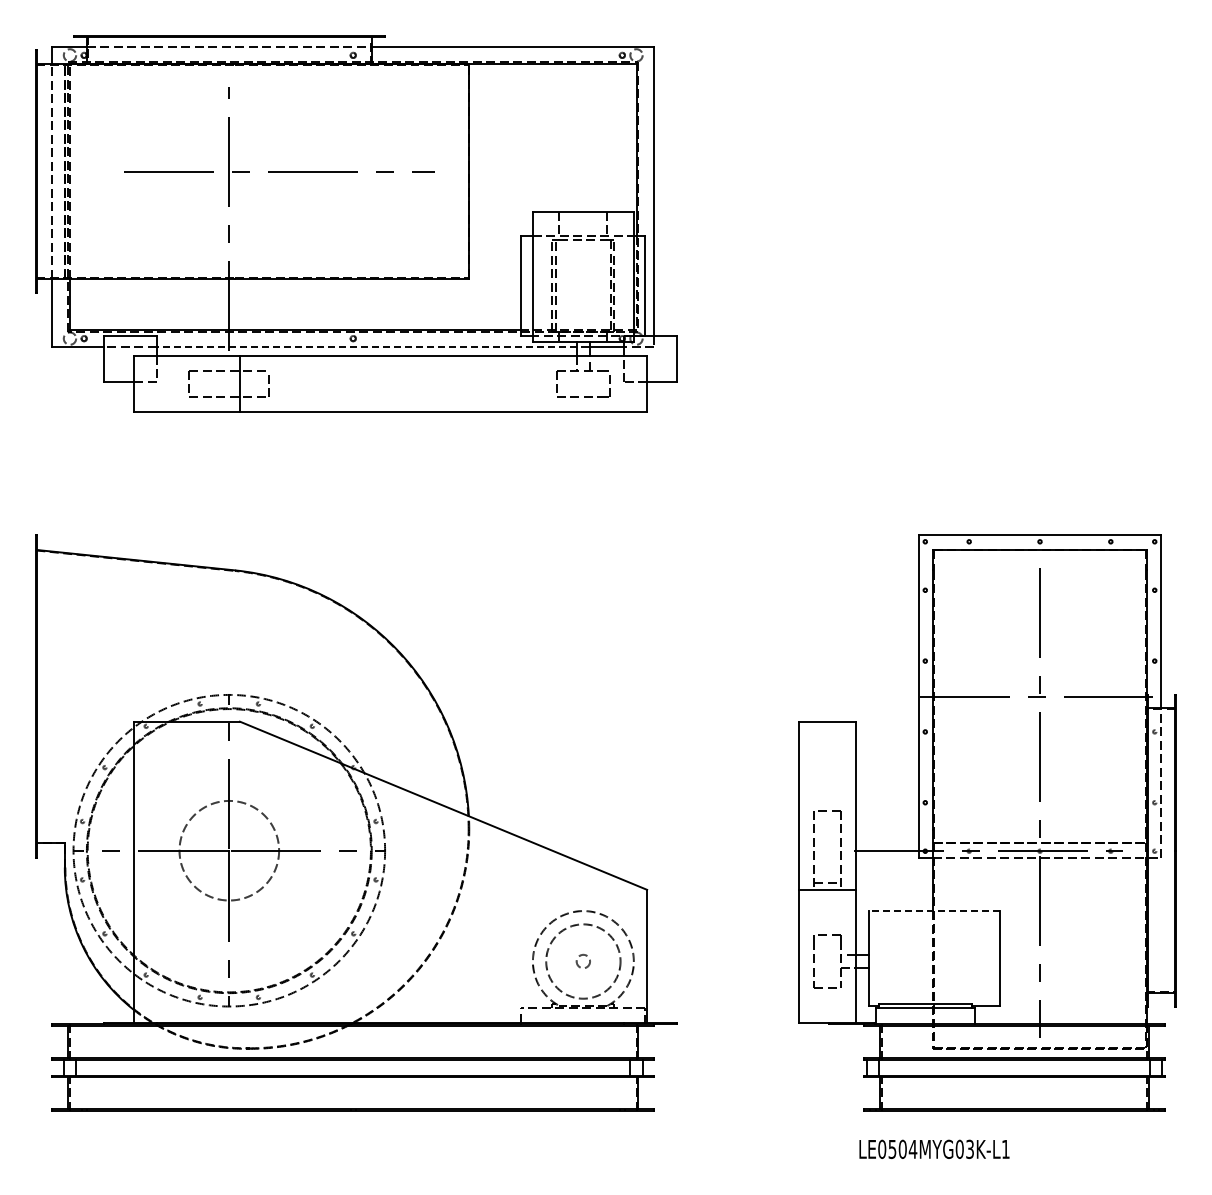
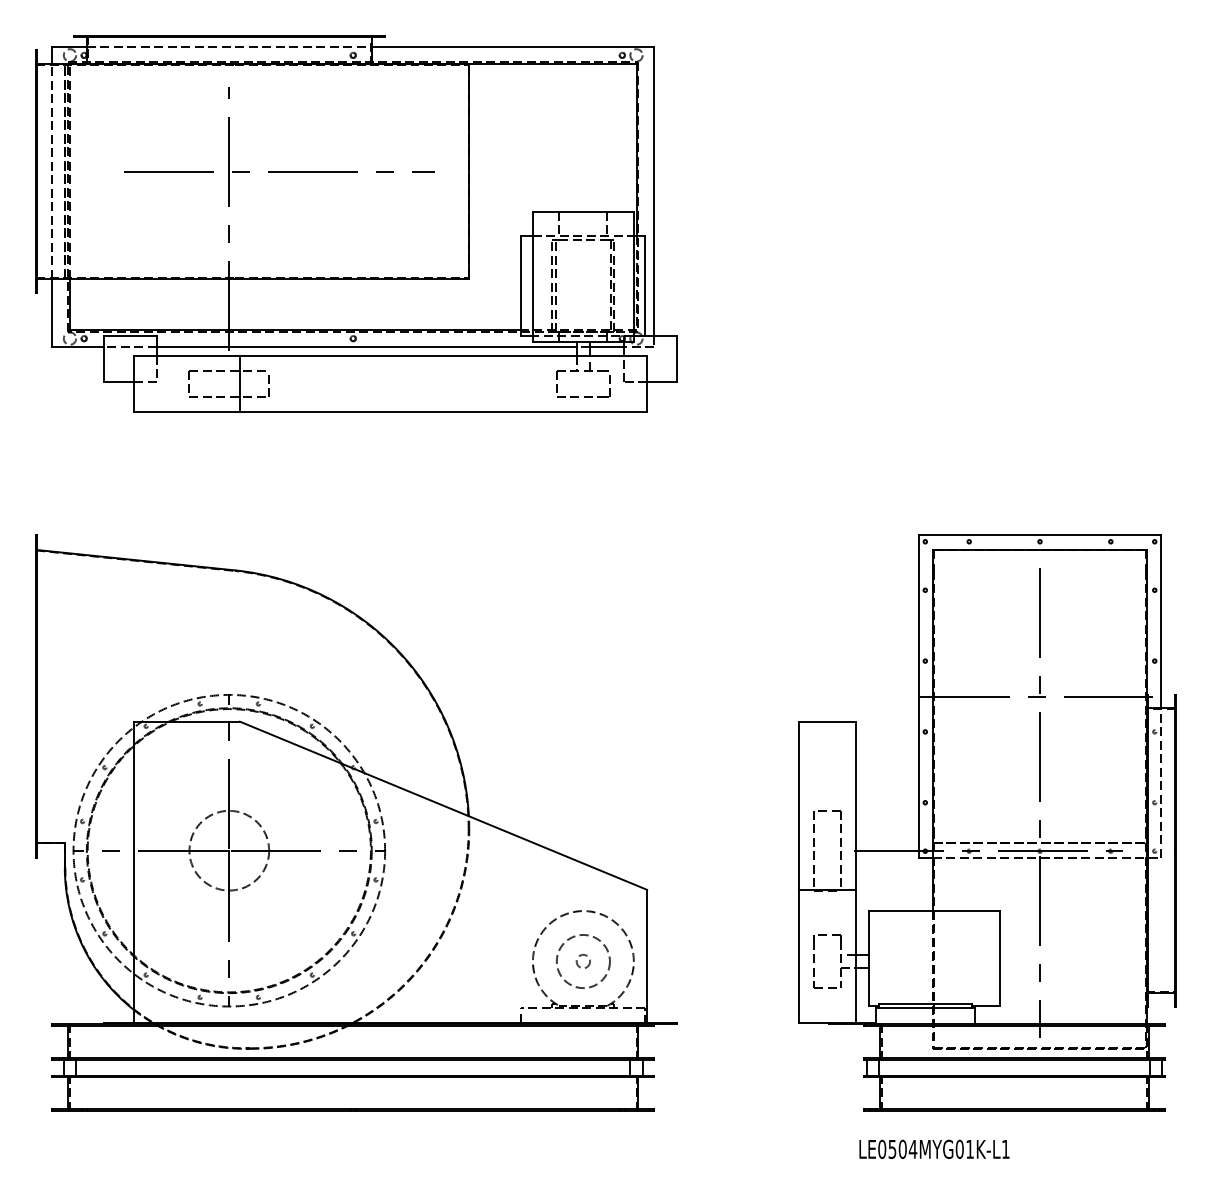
line at (366, 347): dashed -> solid
circle at (229, 850) diameter: 100 px -> 80 px
line at (827, 882) position: (827, 882) -> (827, 890)
line at (934, 911): dashed -> solid
circle at (583, 961) diameter: 74 px -> 53 px
text at (969, 1149): LE0504MYG03K-L1 -> LE0504MYG01K-L1
